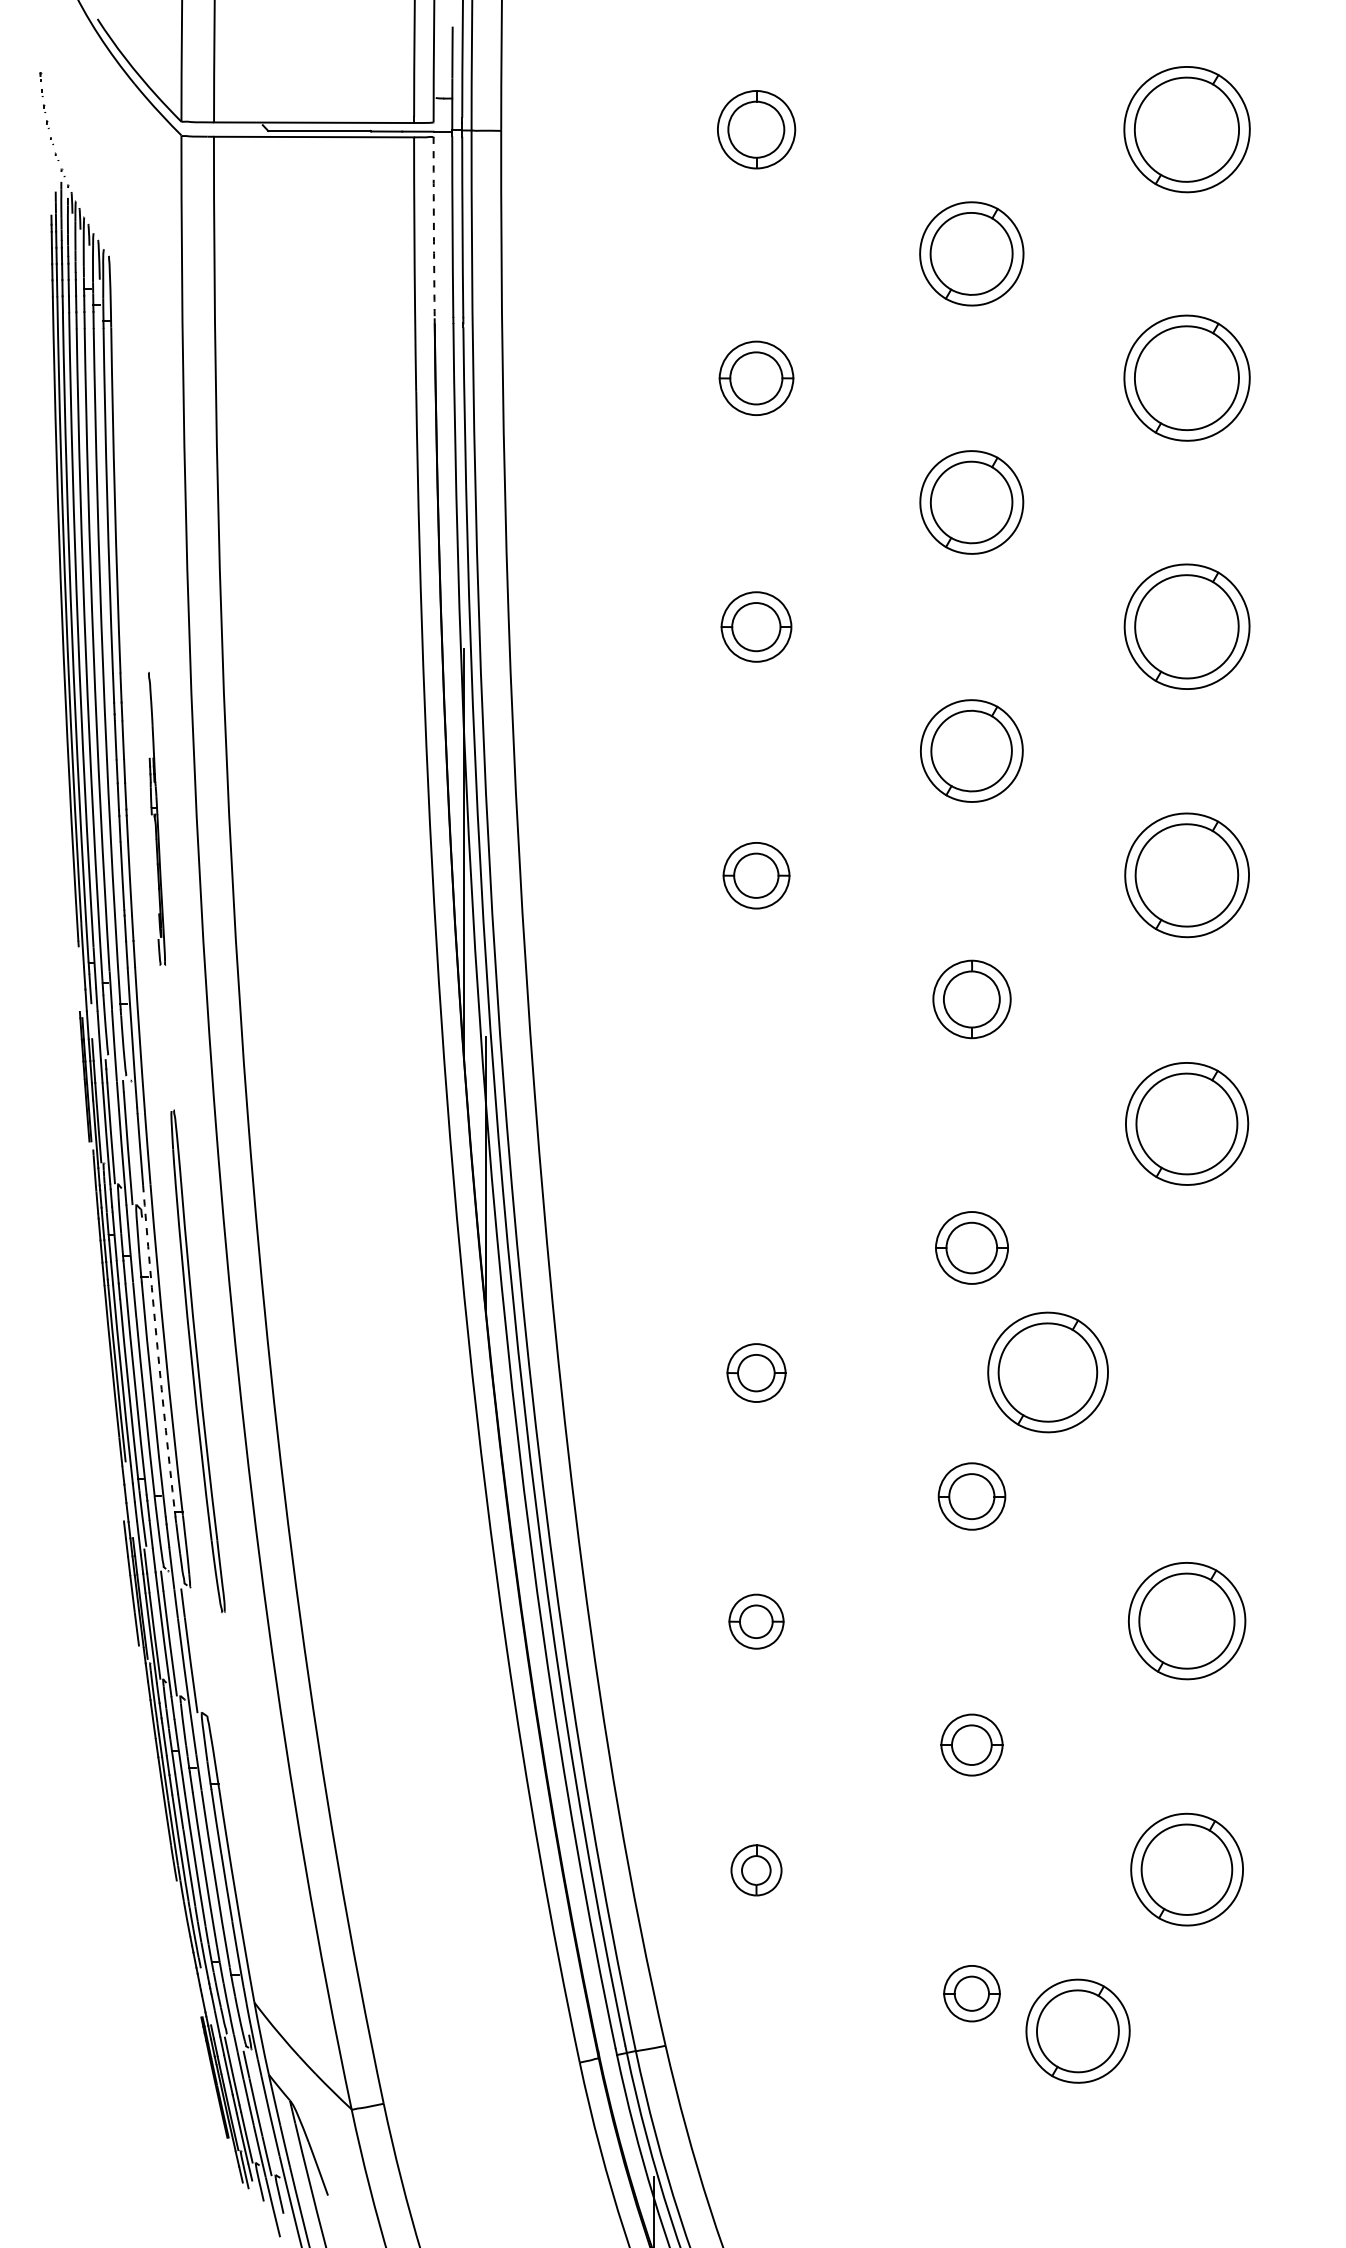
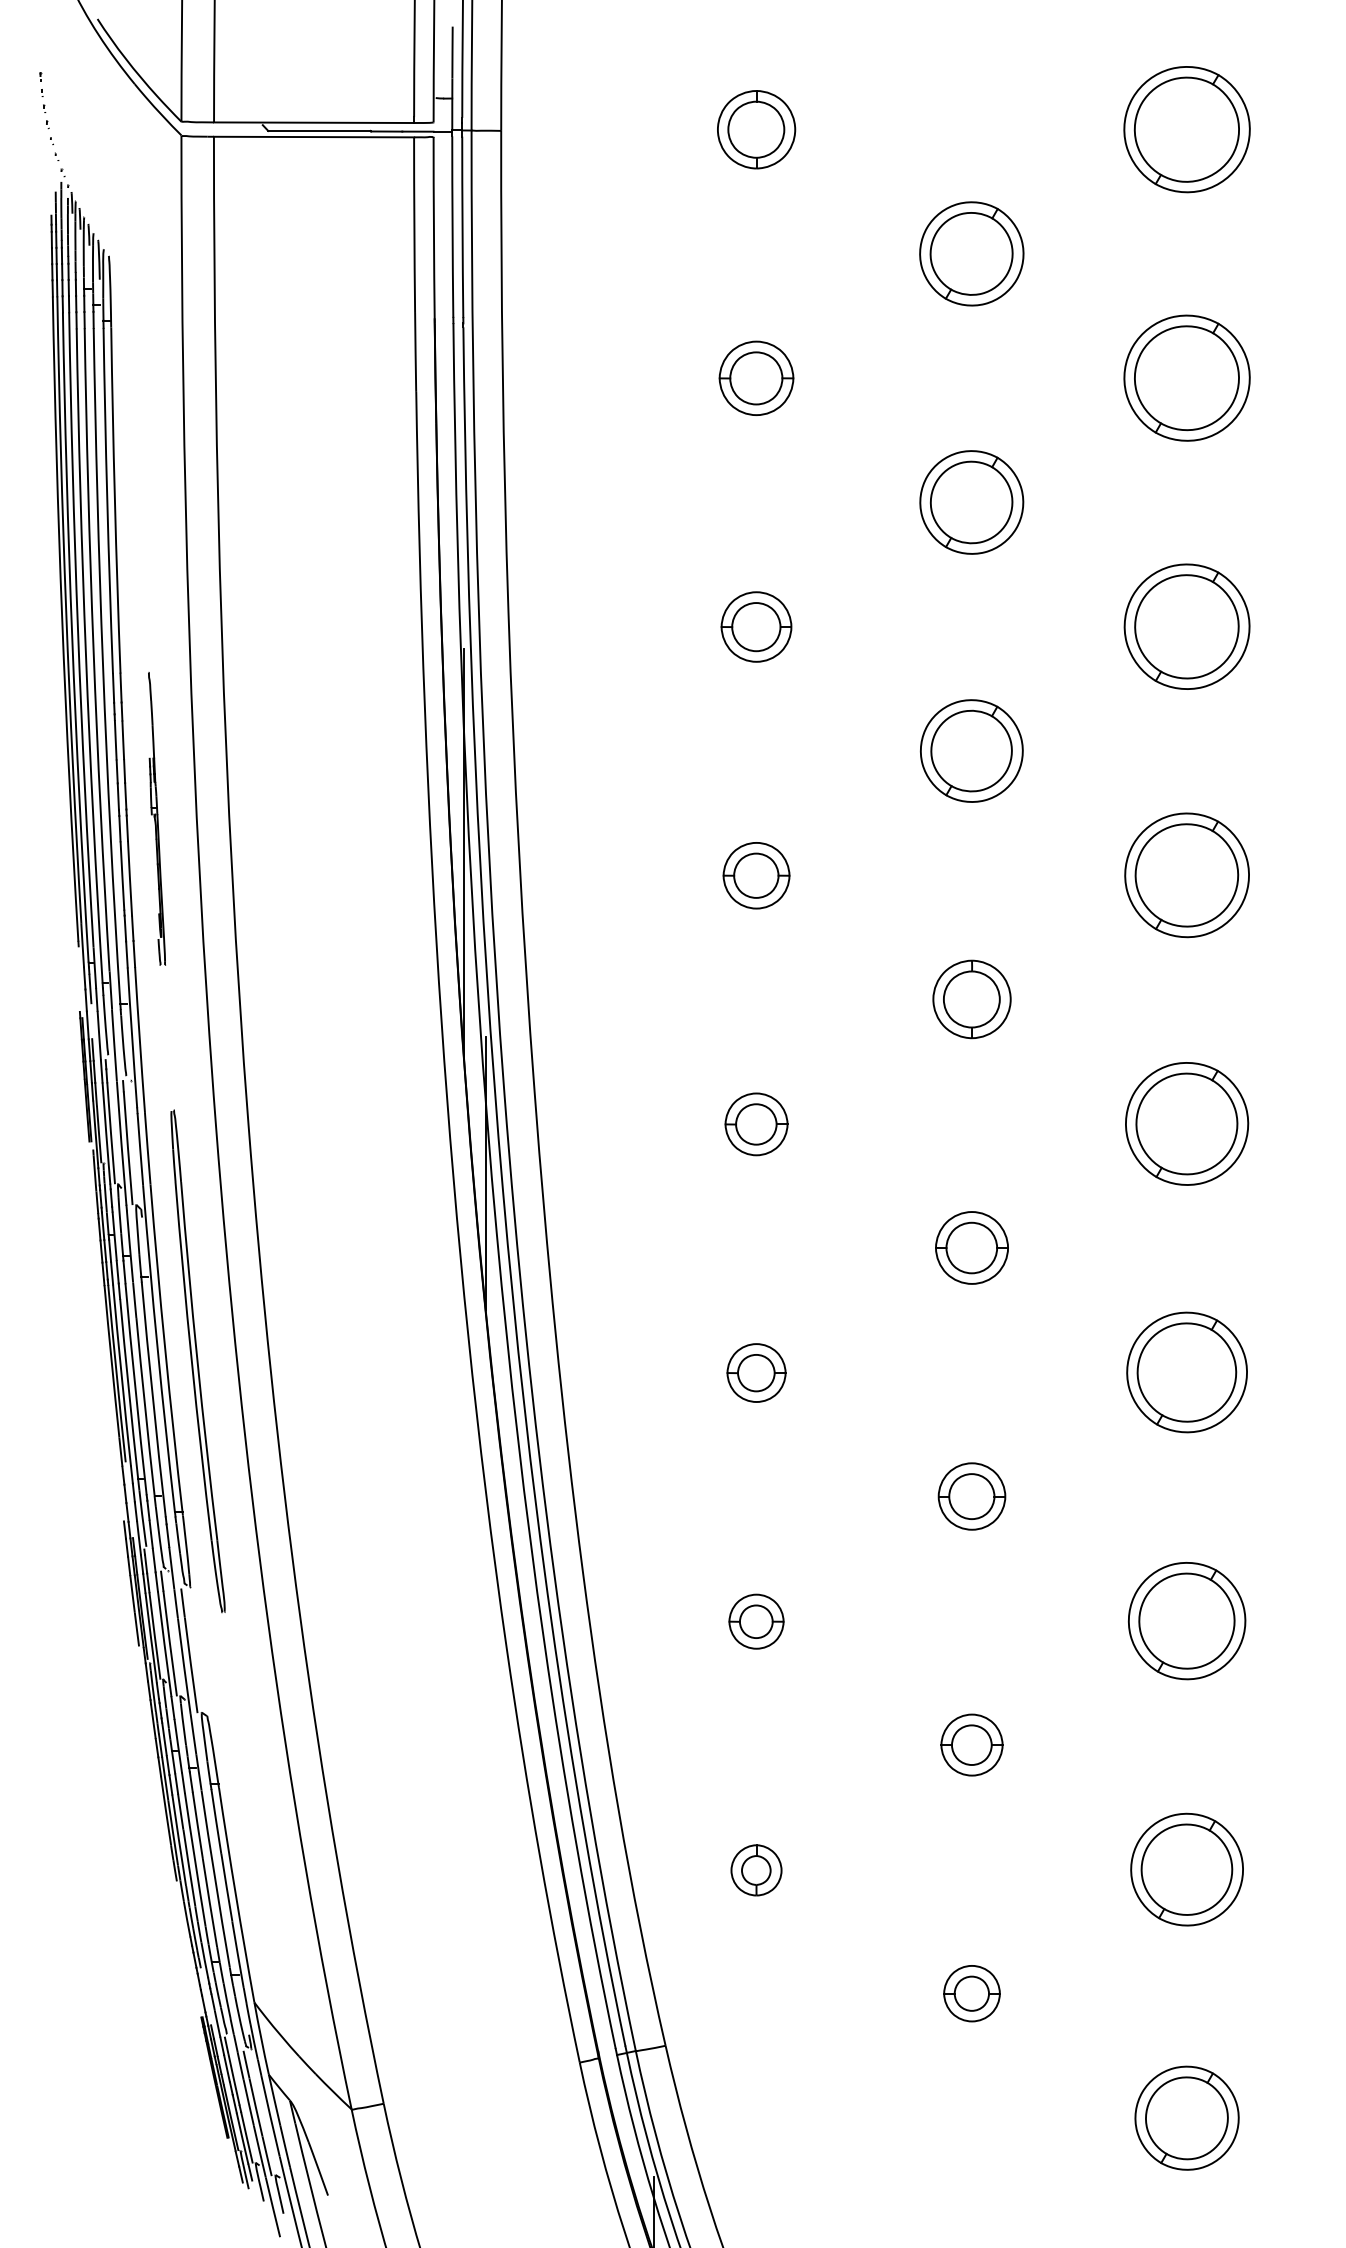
arc at (433, 230): dashed -> solid
part at (756, 1124): none -> present
arc at (157, 1348): dashed -> solid
part at (1047, 1372) position: (1047, 1372) -> (1186, 1372)
part at (1077, 2030) position: (1077, 2030) -> (1186, 2117)
